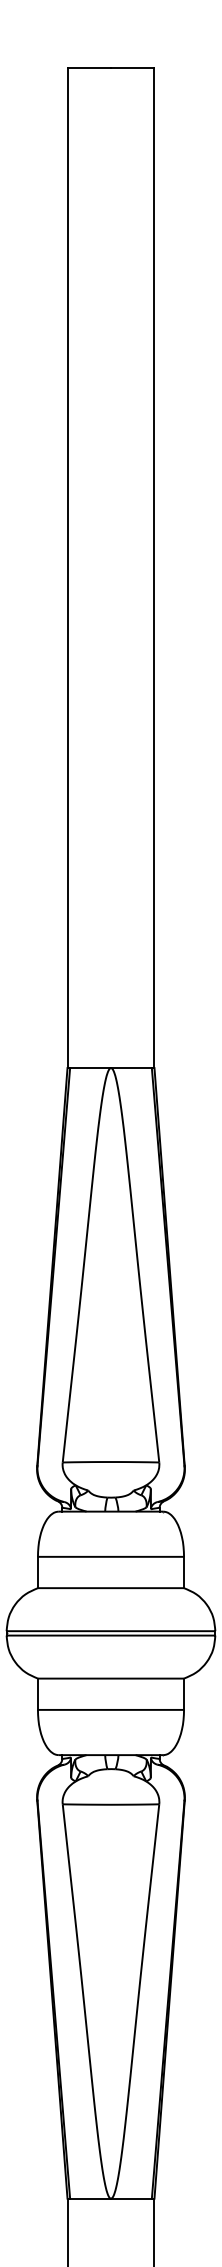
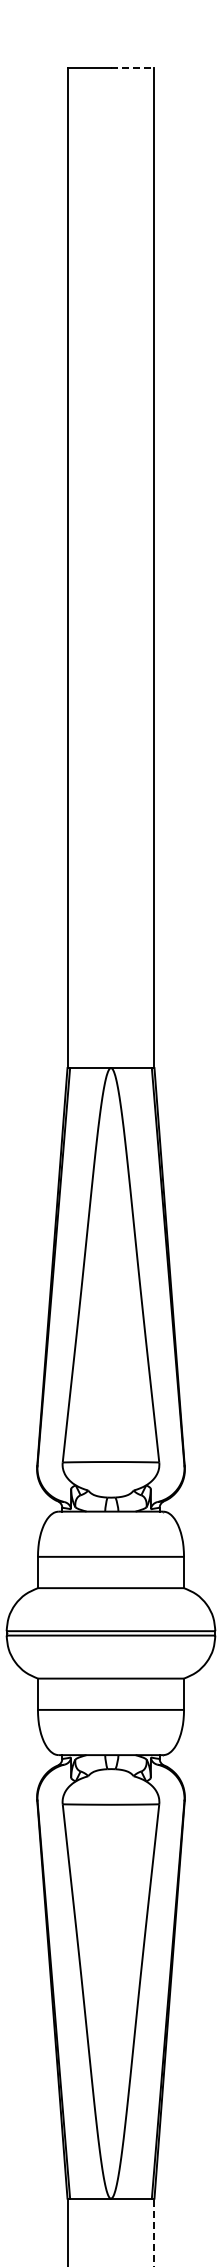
line at (132, 68): solid -> dashed
line at (154, 2232): solid -> dashed
